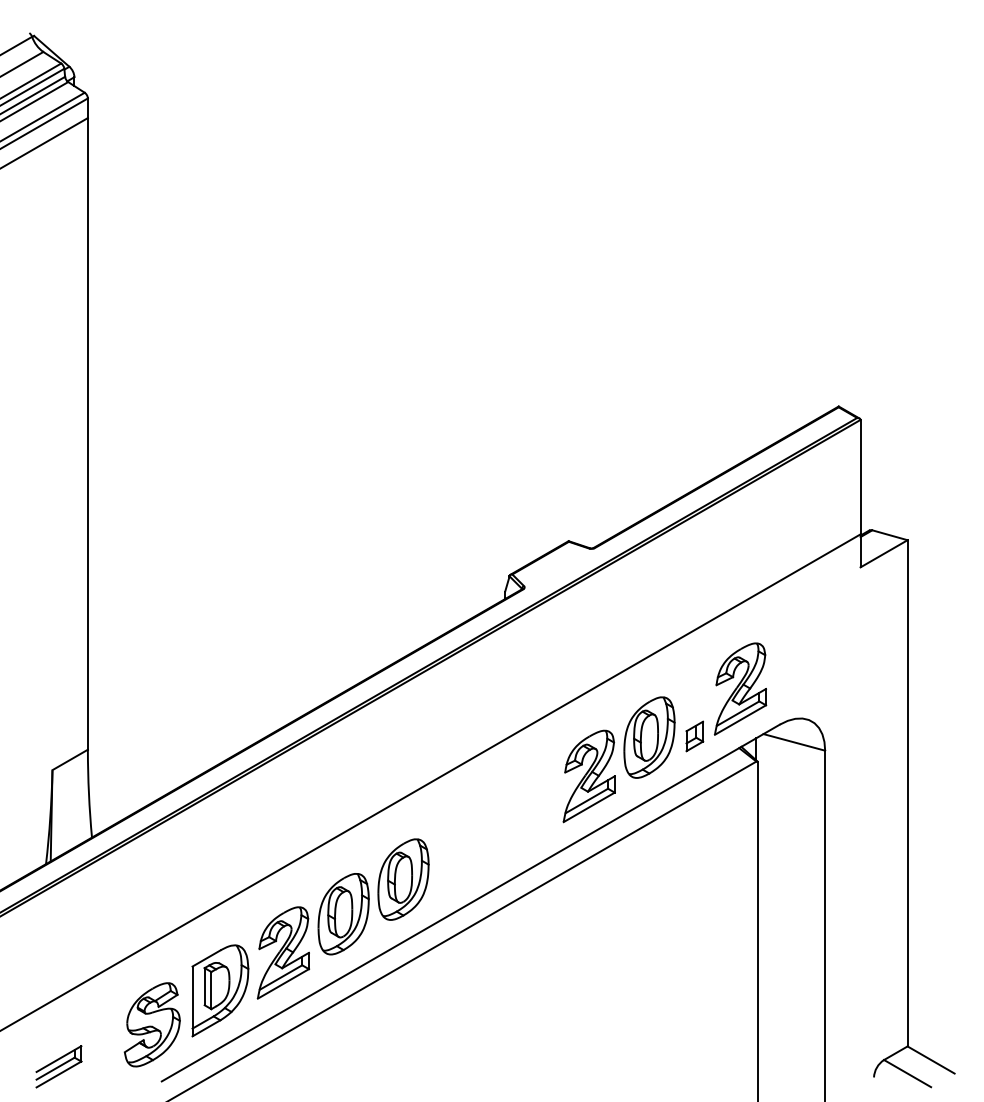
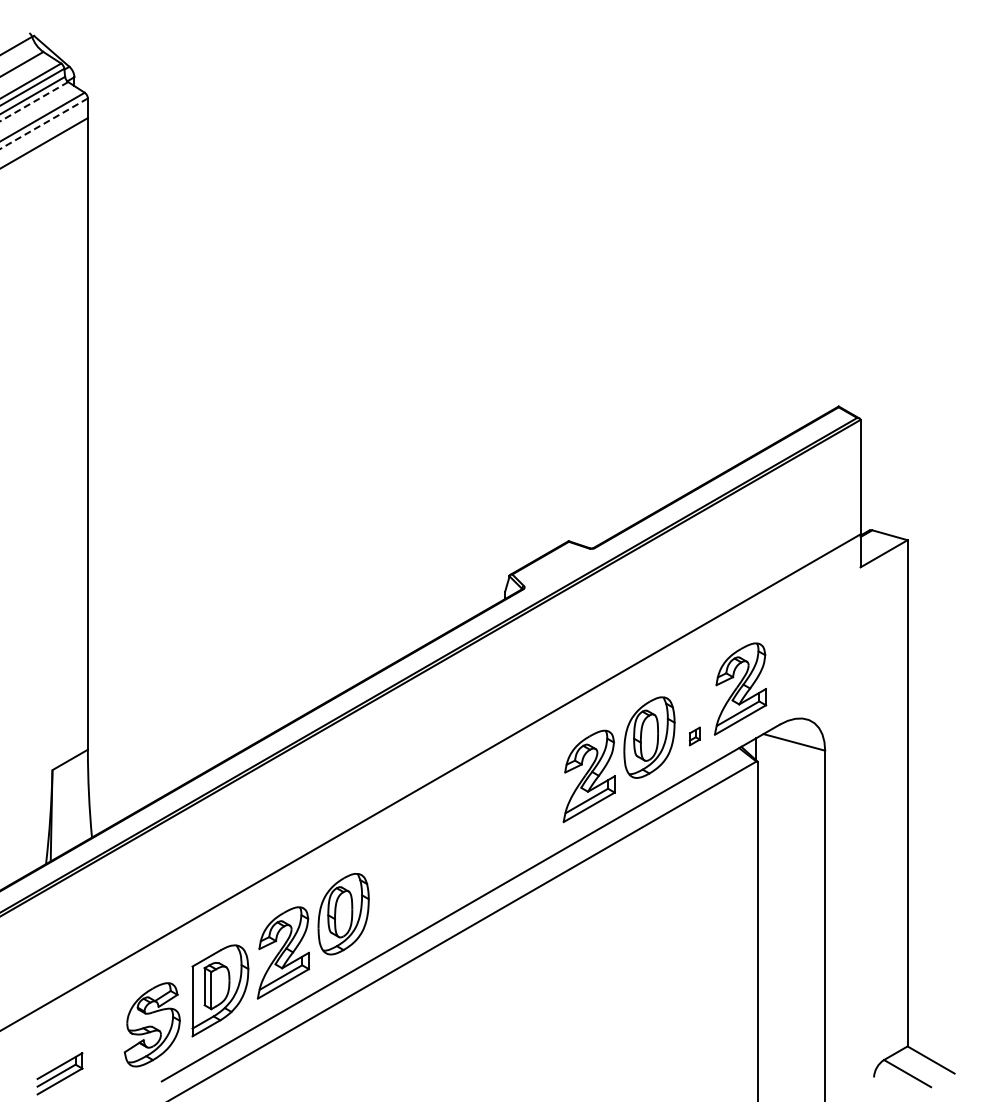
line at (34, 101): solid -> dashed
line at (43, 123): solid -> dashed
part at (694, 736) size: 20x33 px -> 13x21 px
part at (403, 879): present -> none
part at (58, 1066) position: (58, 1066) -> (59, 1073)
